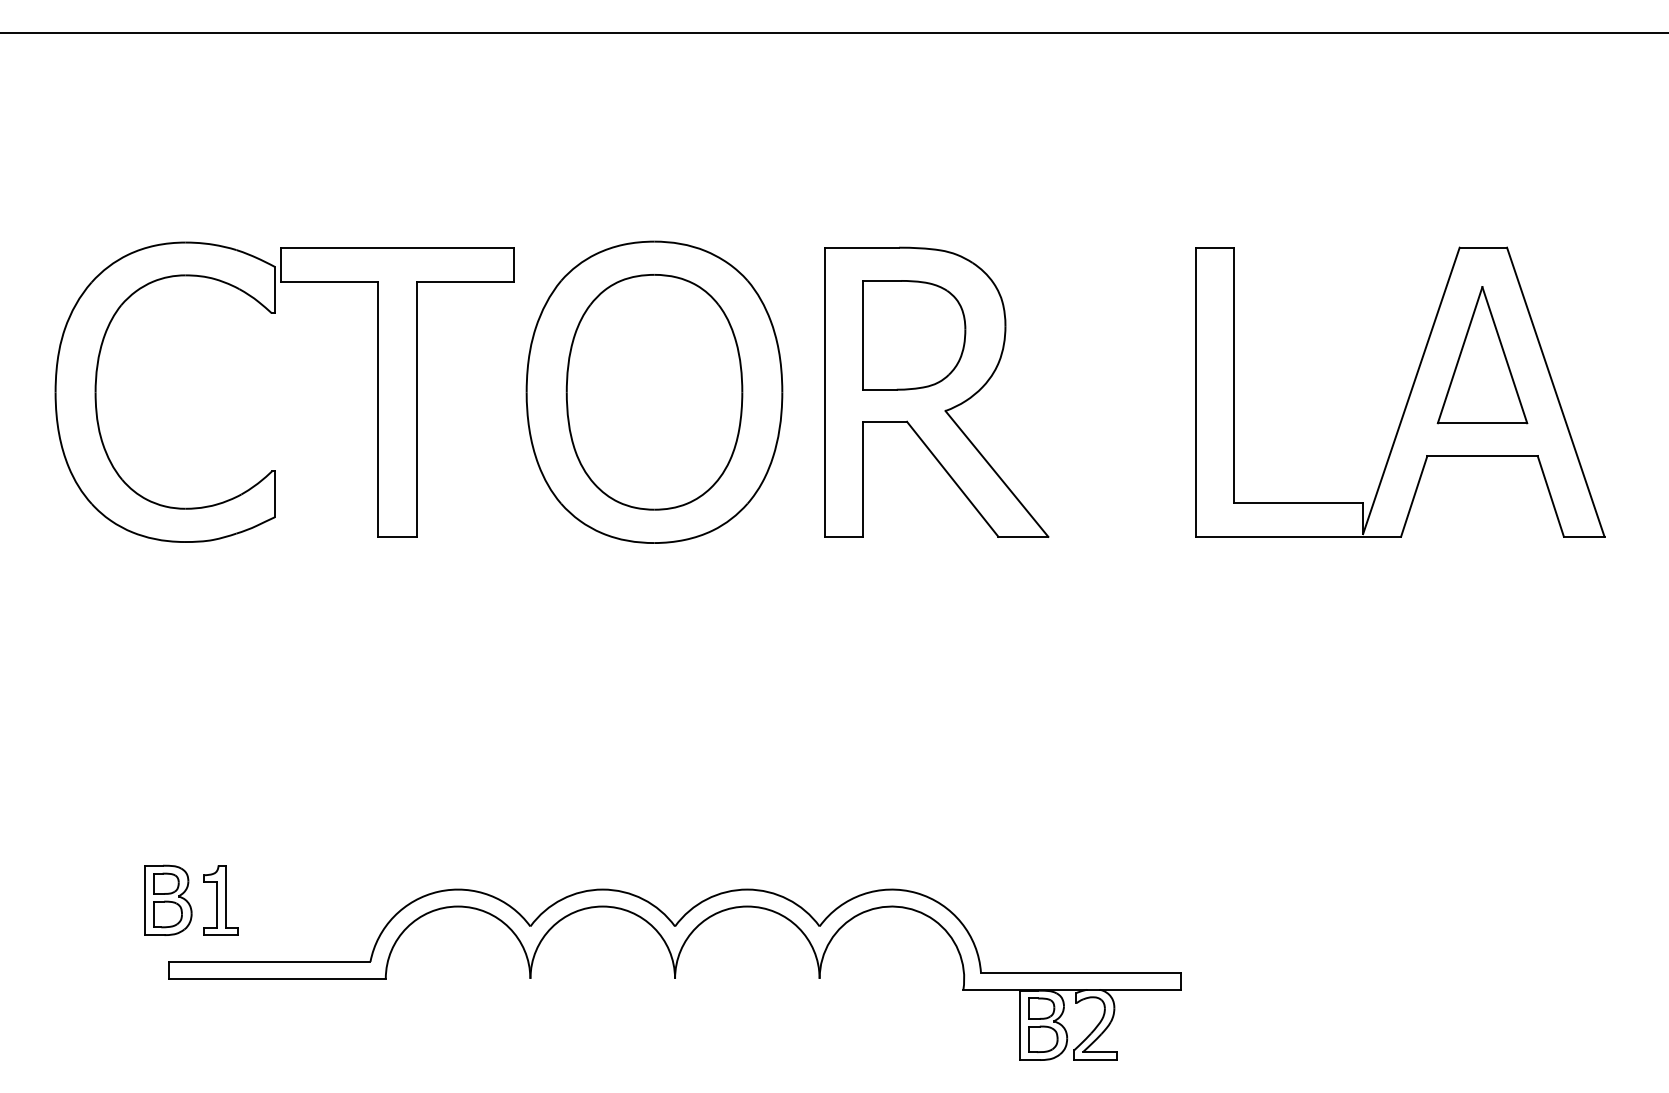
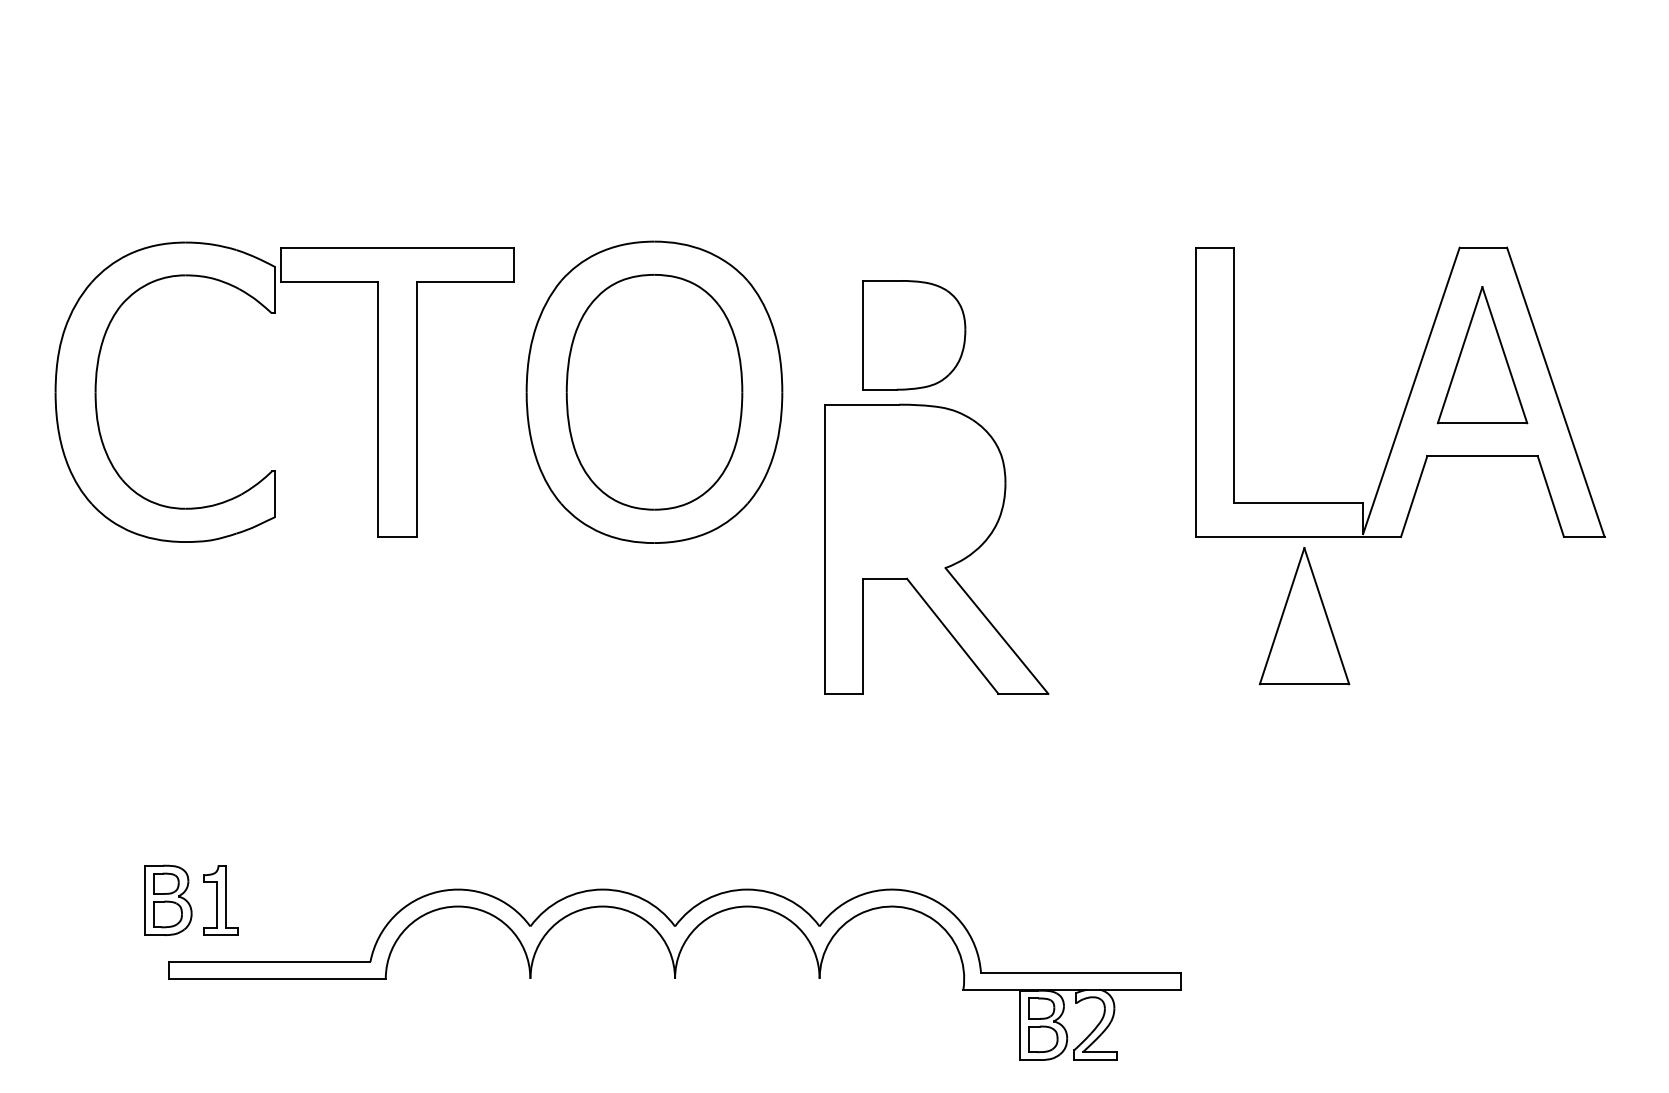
line at (833, 32): present -> none
part at (936, 391) position: (936, 391) -> (936, 548)
part at (1304, 616): none -> present
